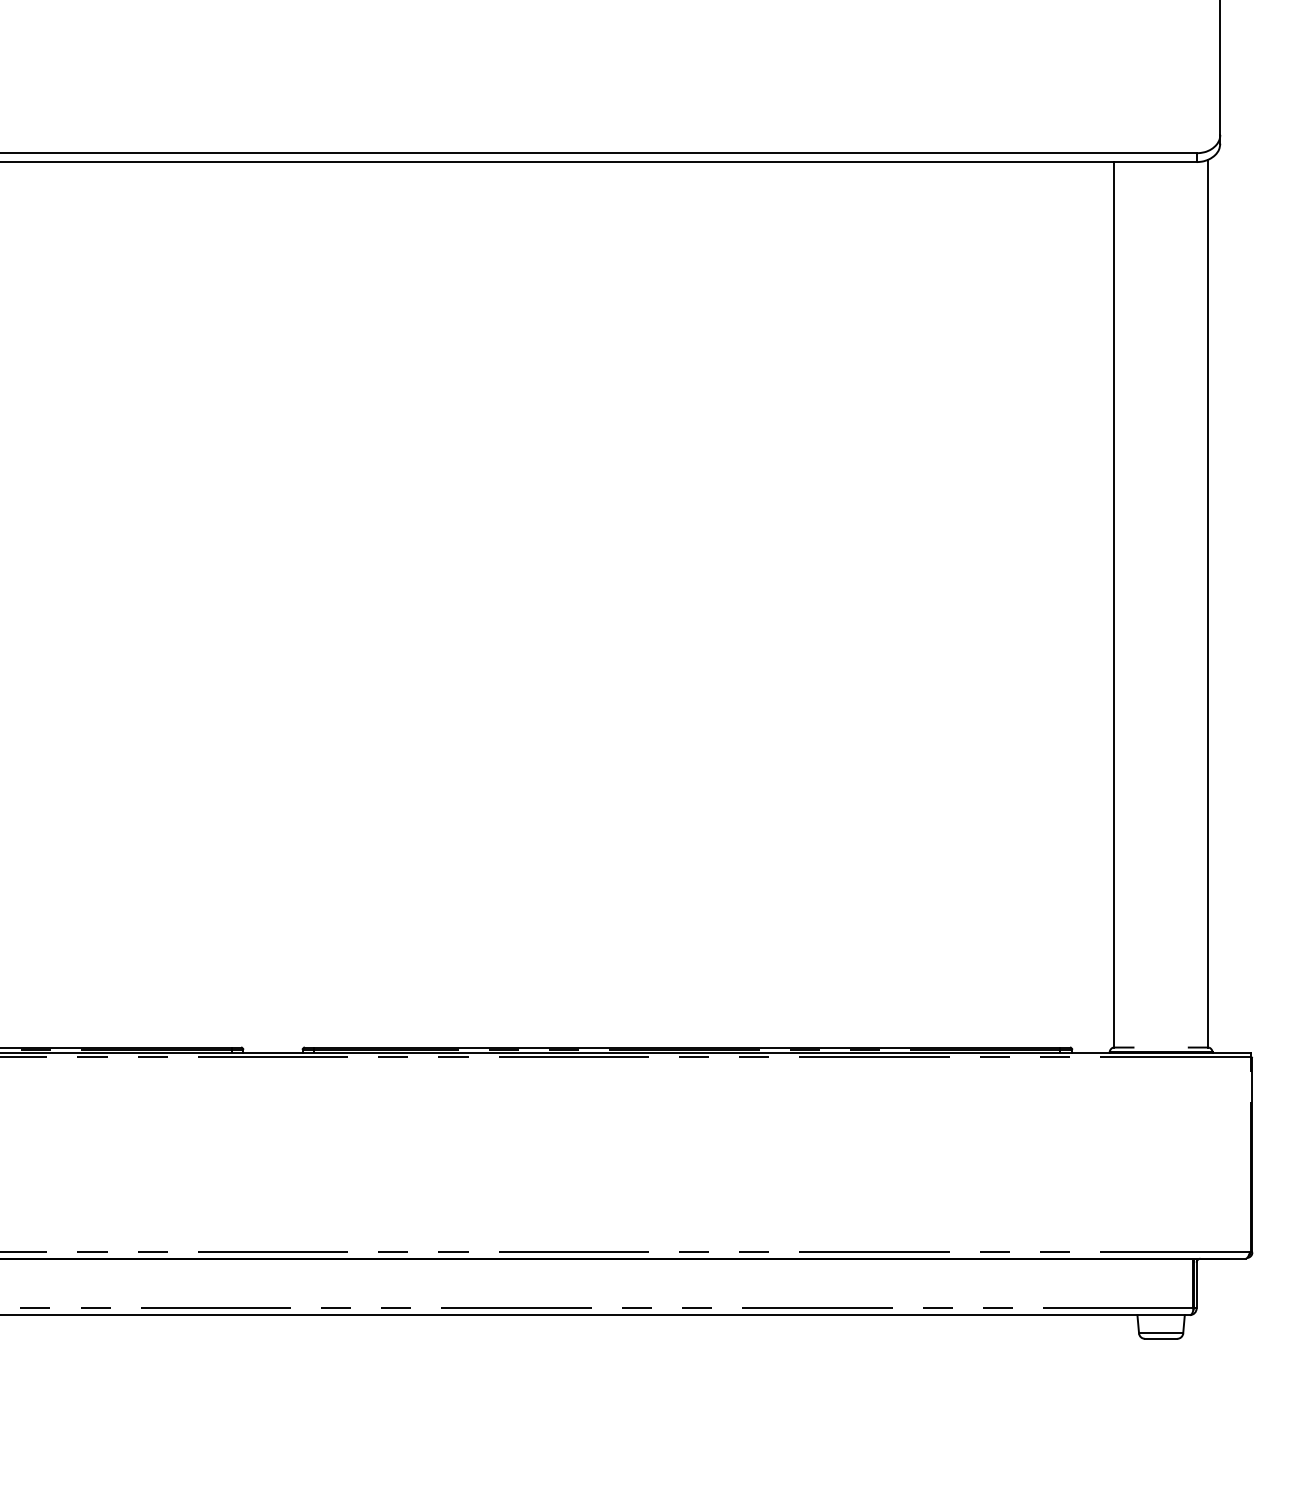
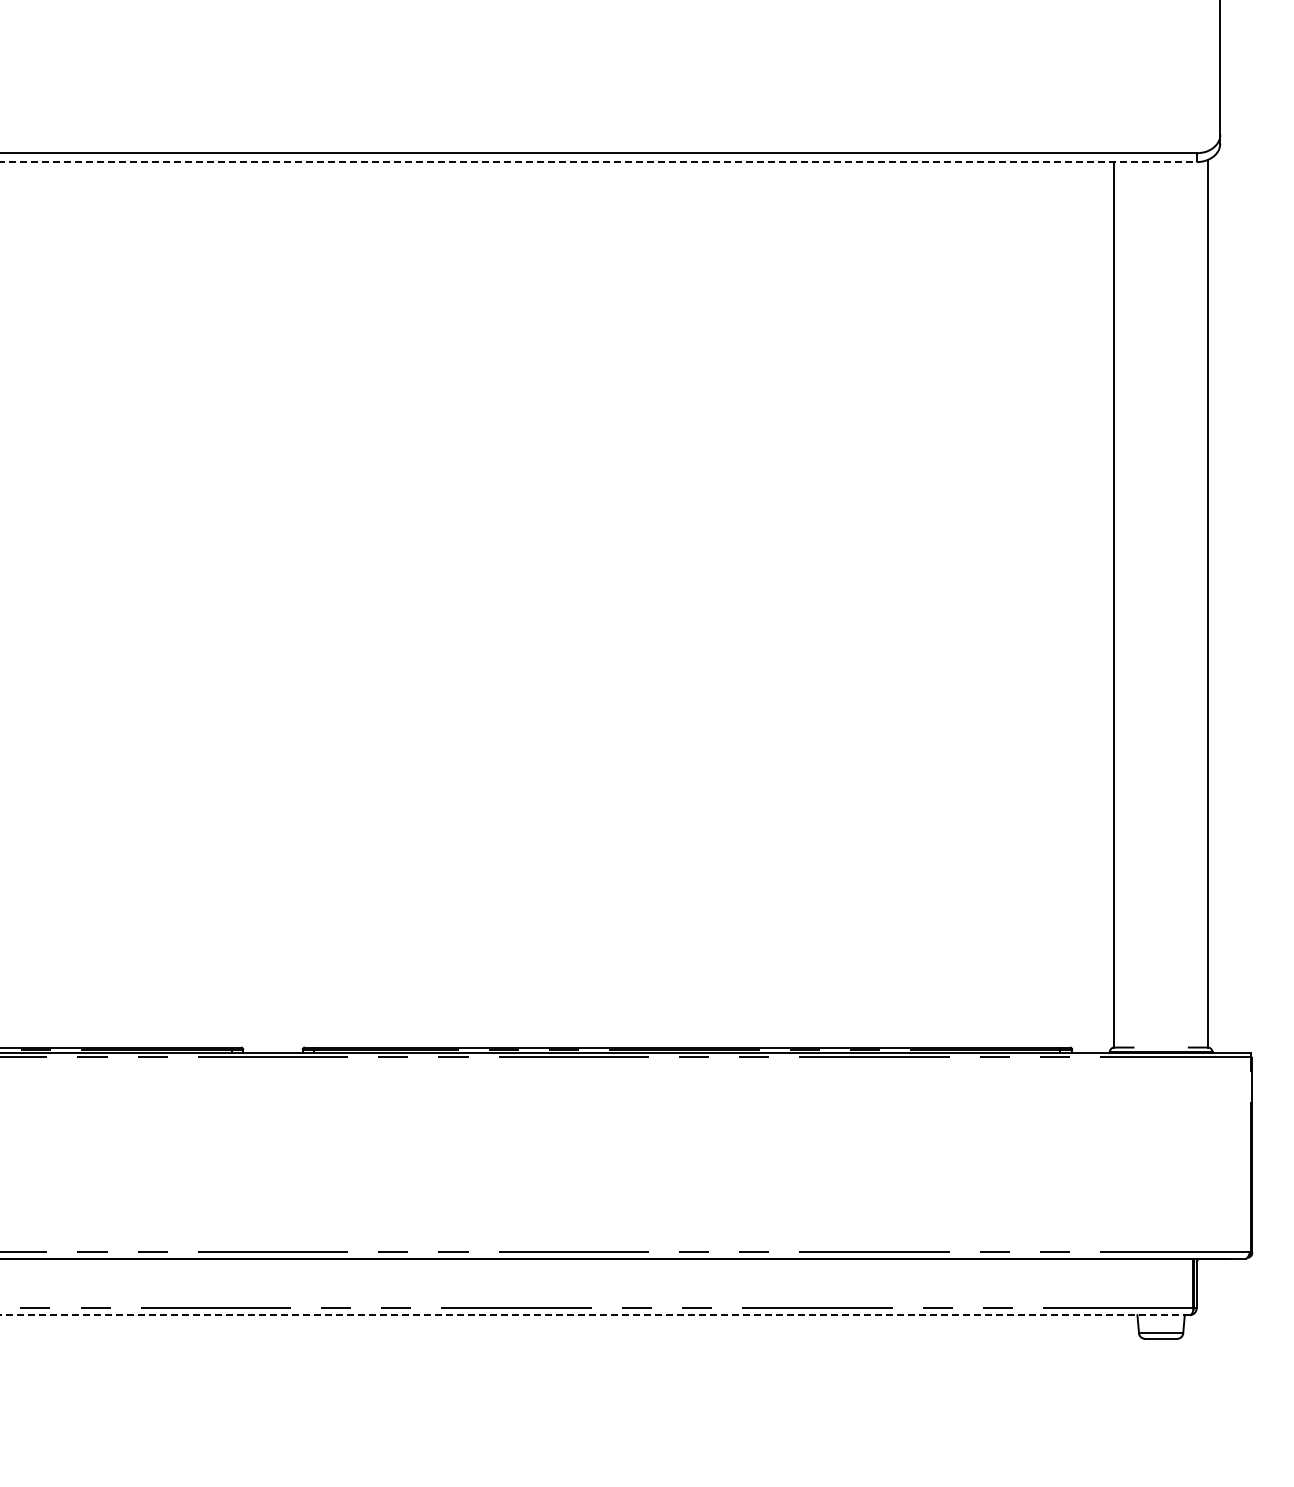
line at (598, 162): solid -> dashed
line at (594, 1315): solid -> dashed
